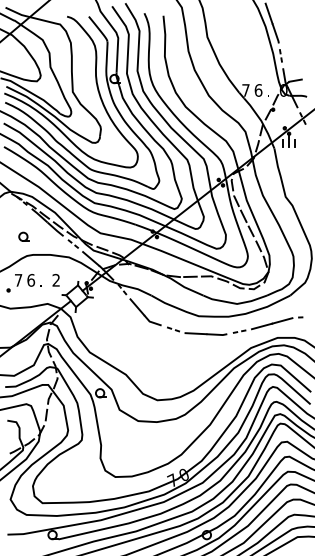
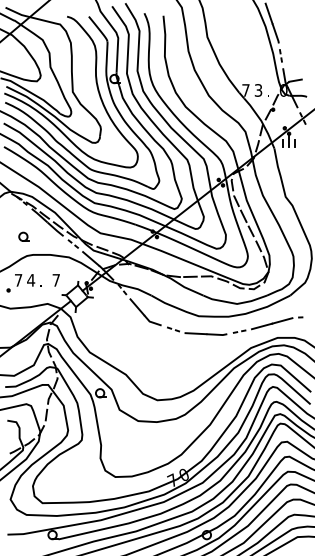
text at (258, 90): 6 -> 3
text at (55, 279): 2 -> 7
text at (31, 280): 6 -> 4
